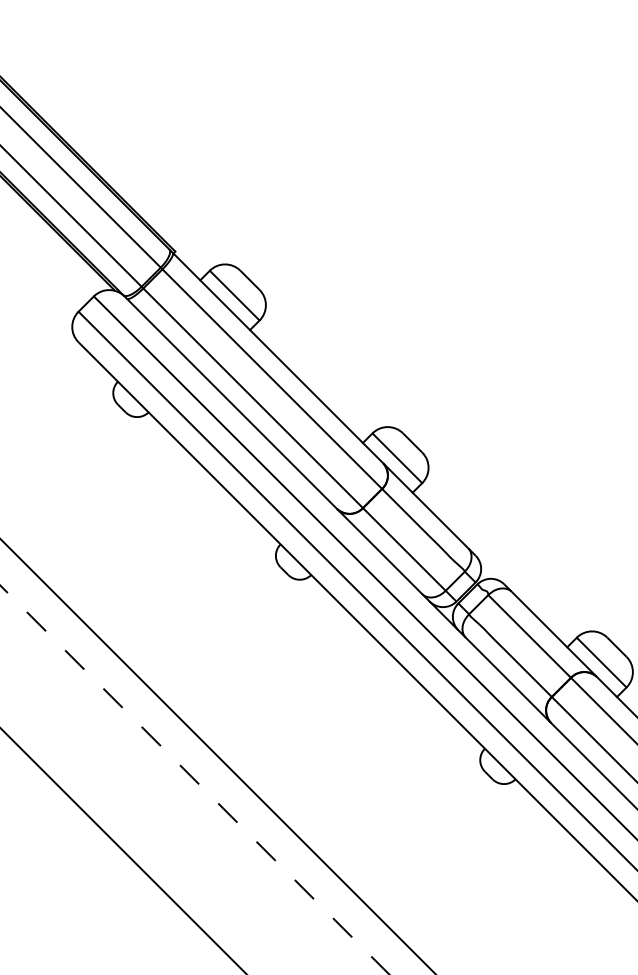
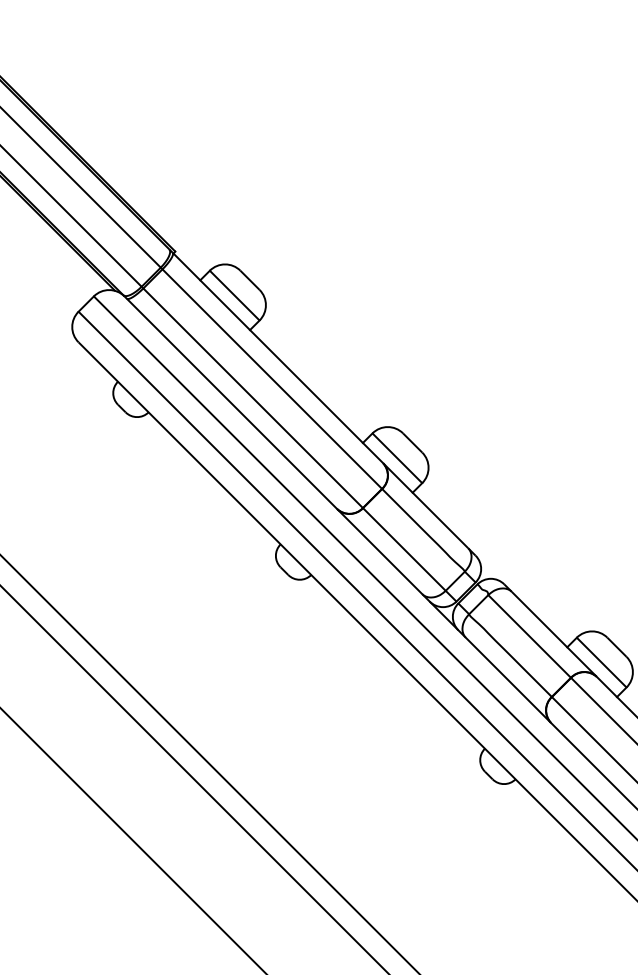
line at (217, 756) position: (217, 756) -> (209, 763)
line at (194, 780): dashed -> solid
line at (123, 850) position: (123, 850) -> (133, 840)
